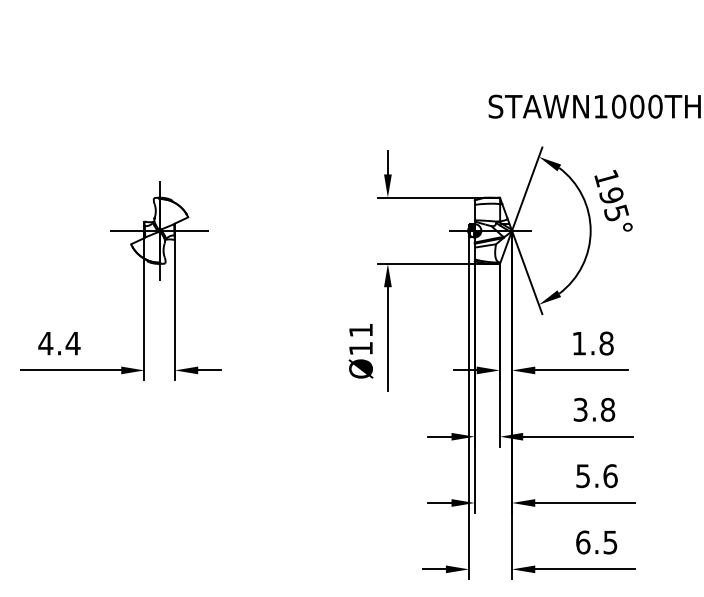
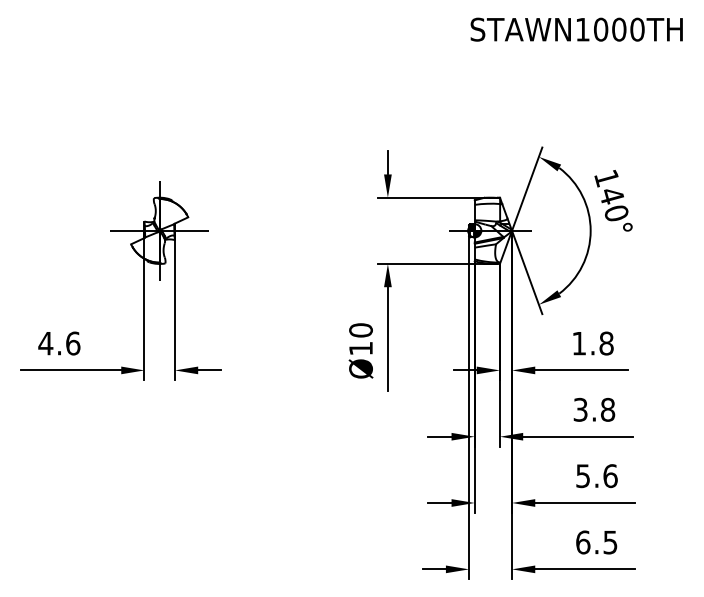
text at (594, 106) position: (594, 106) -> (576, 29)
text at (613, 204): 195° -> 140°
text at (360, 330): Ø11 -> Ø10
text at (72, 343): 4.4 -> 4.6
